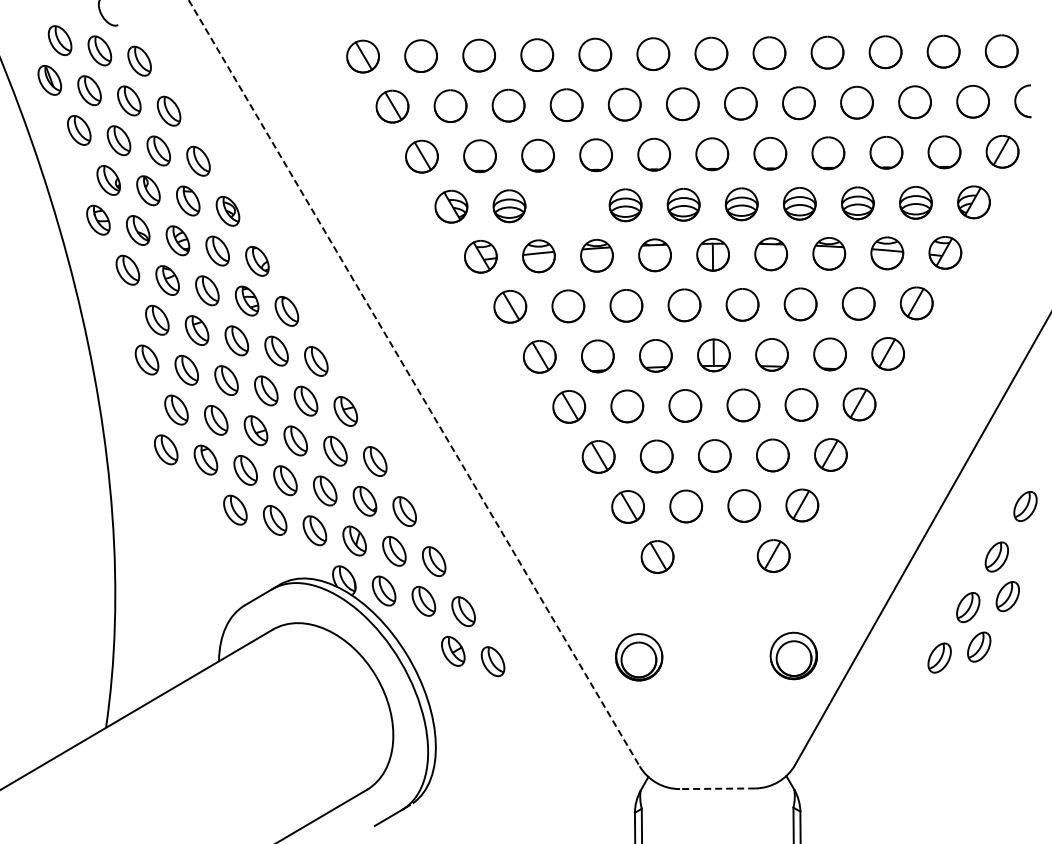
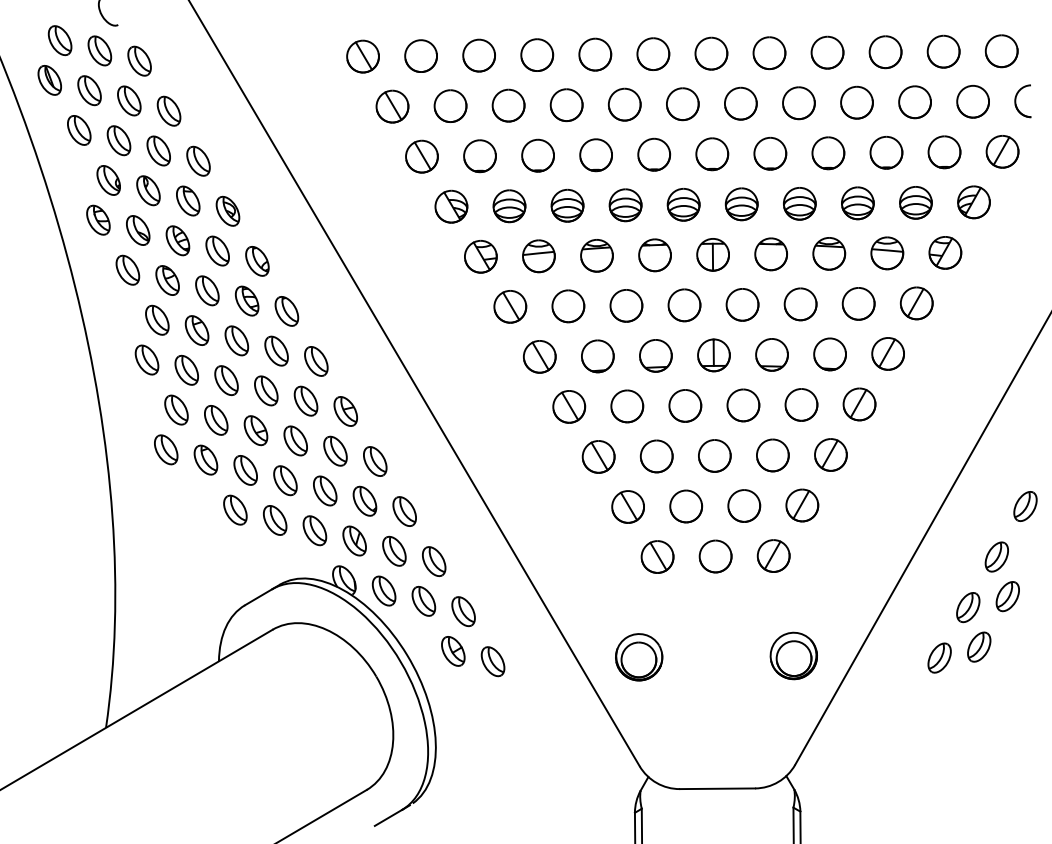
part at (567, 205): none -> present
line at (414, 383): dashed -> solid
part at (715, 556): none -> present
line at (717, 788): dashed -> solid
